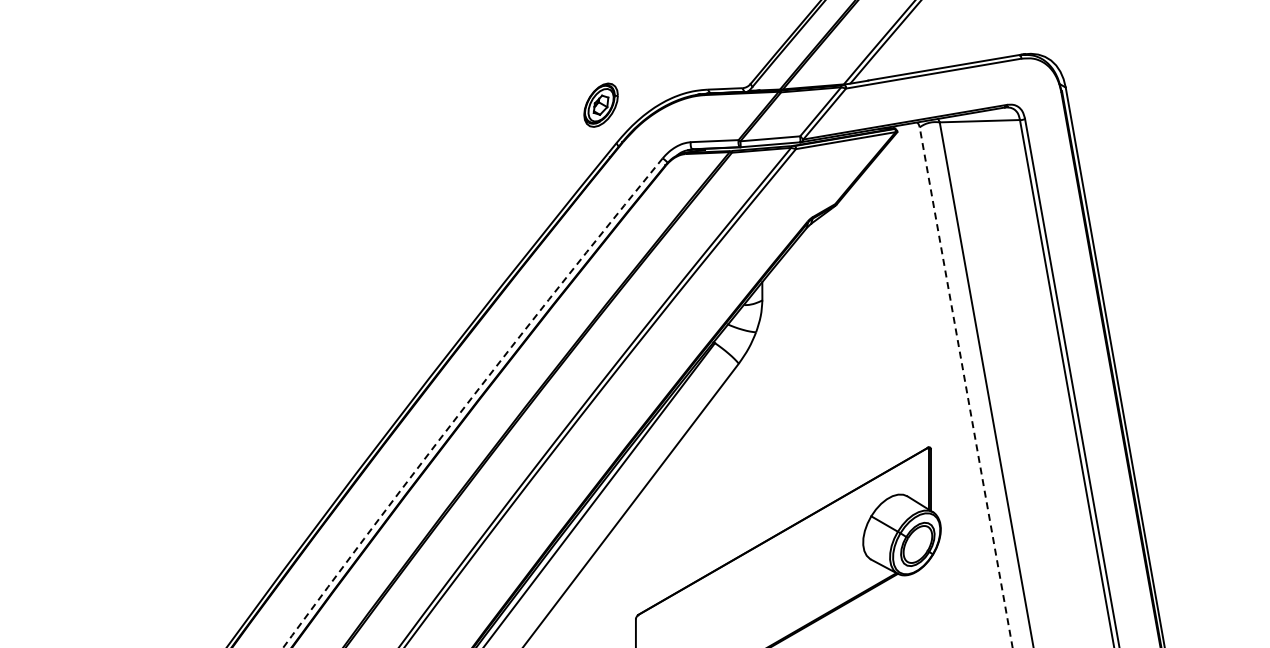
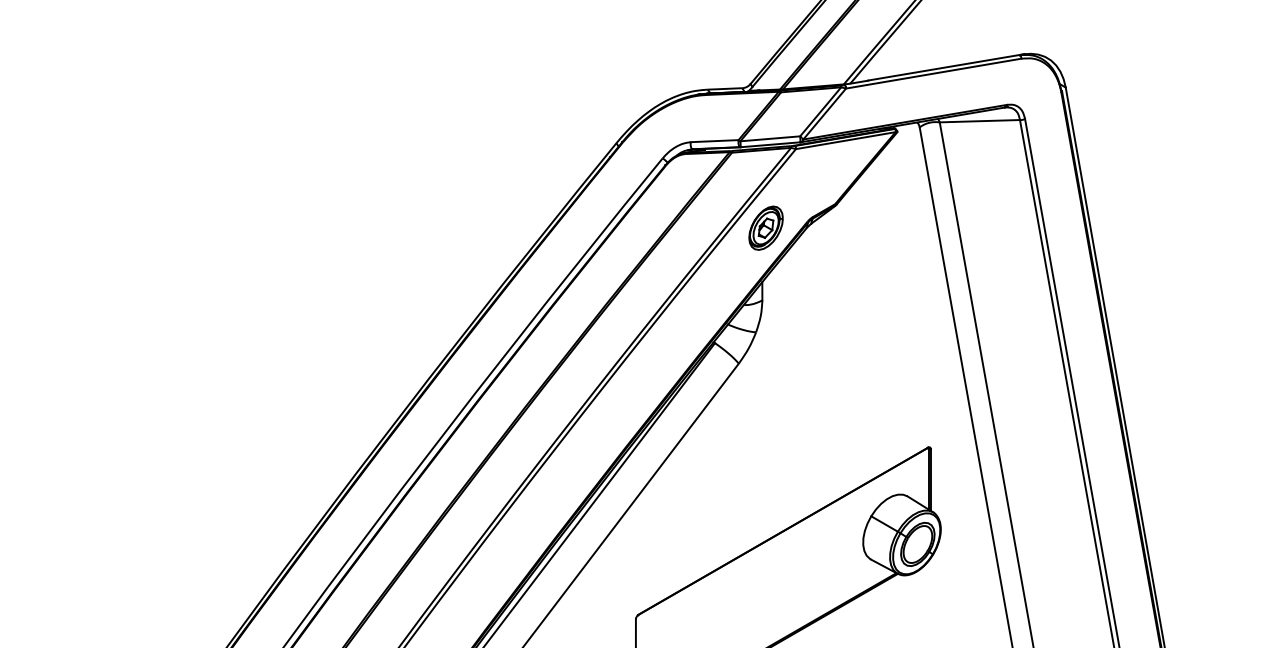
part at (600, 104) position: (600, 104) -> (765, 227)
line at (966, 387): dashed -> solid
arc at (469, 401): dashed -> solid
